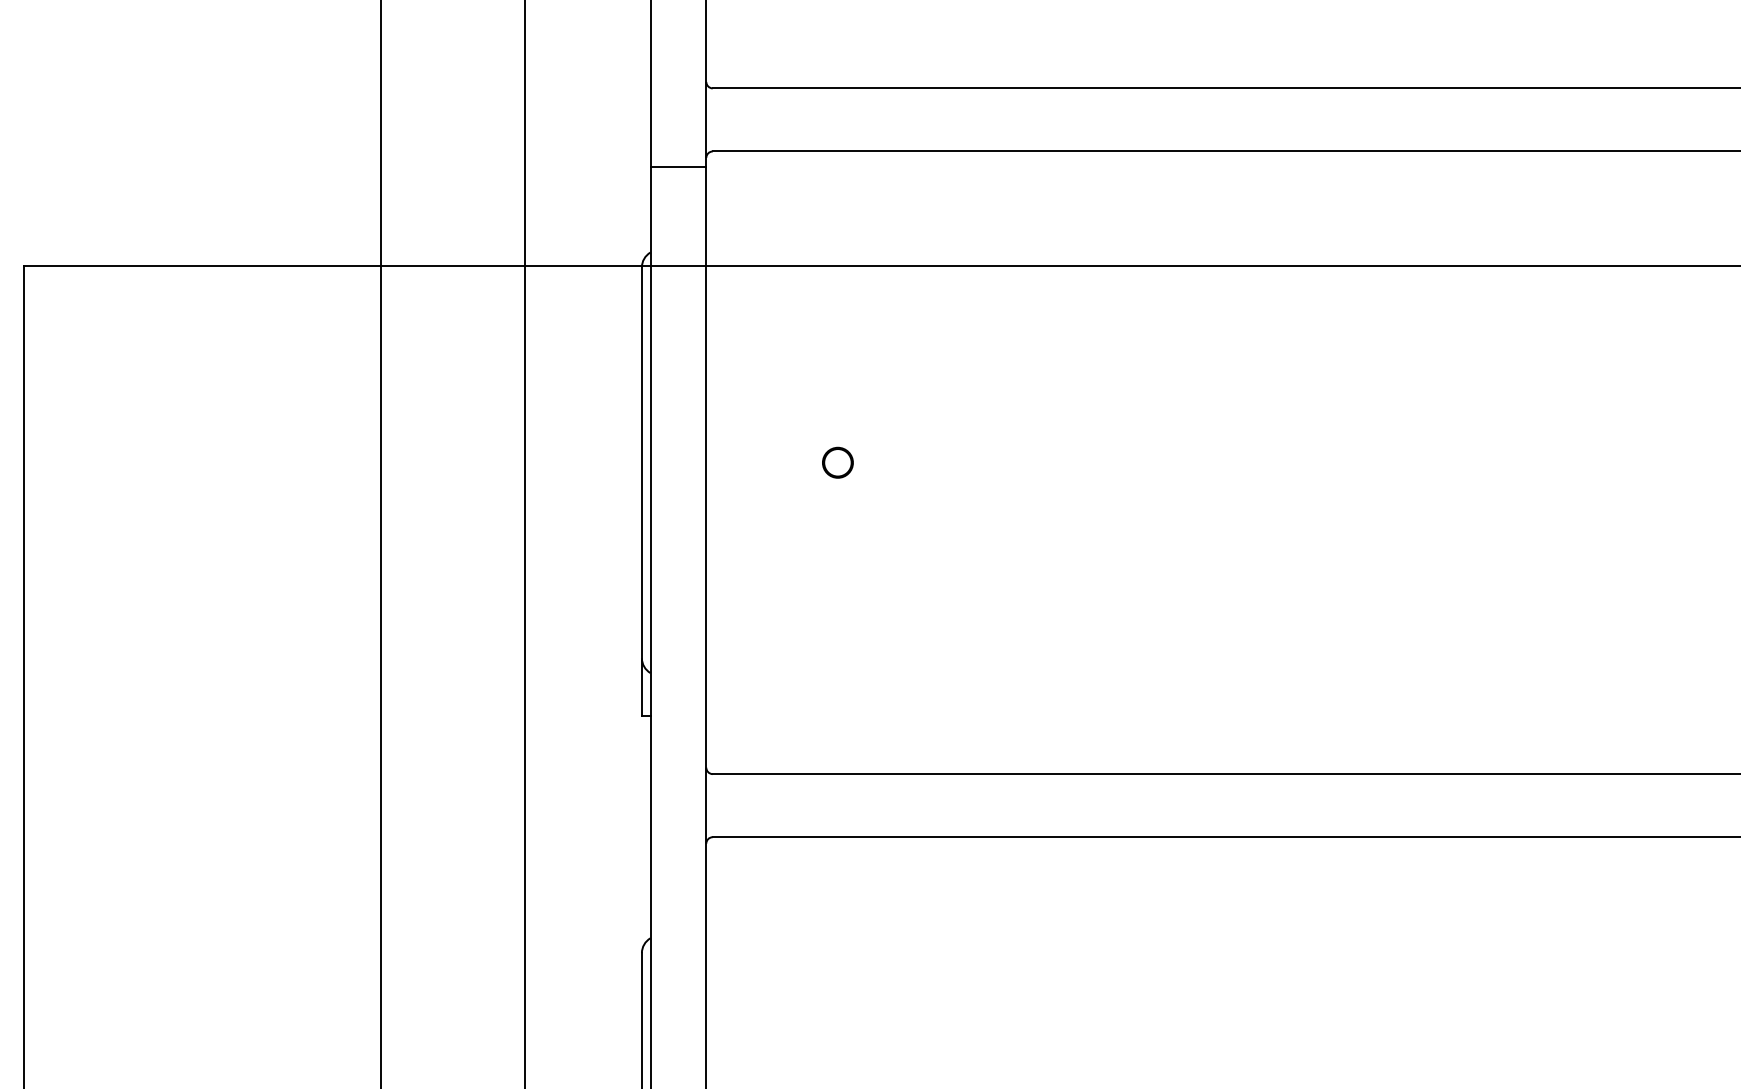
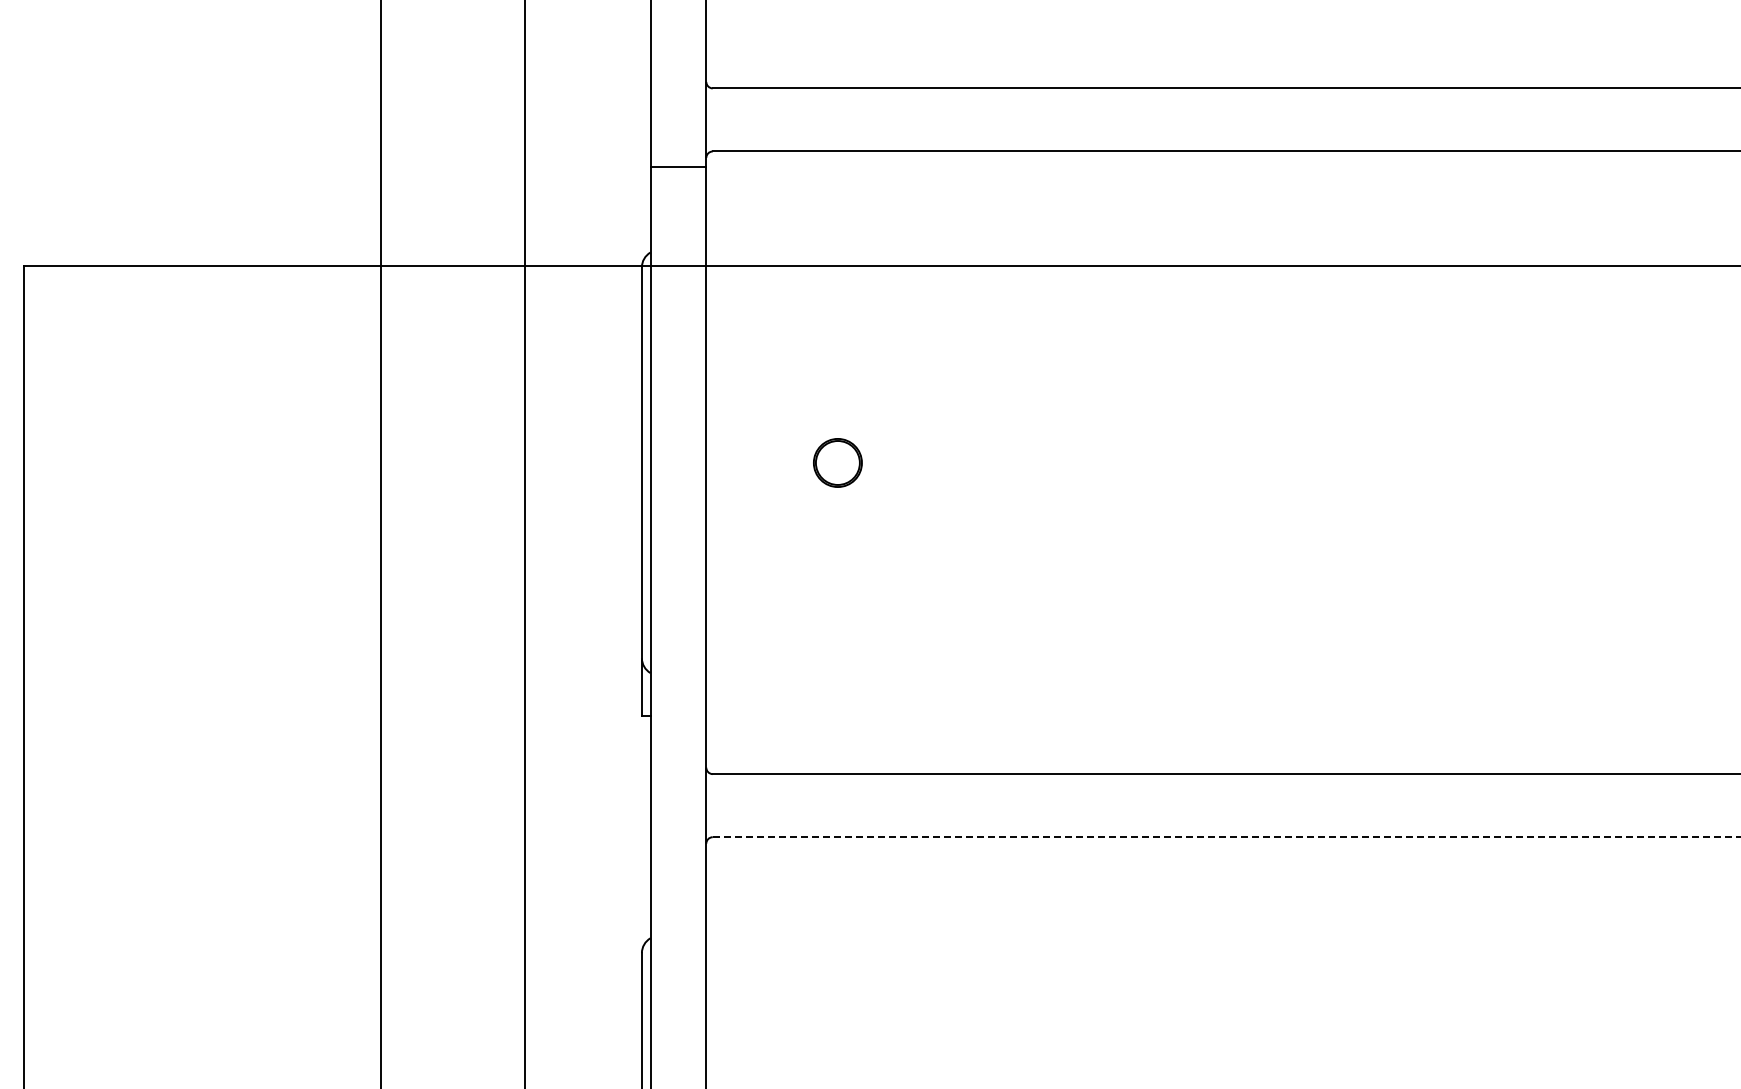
part at (837, 462) size: 32x33 px -> 50x50 px
line at (1226, 837): solid -> dashed
